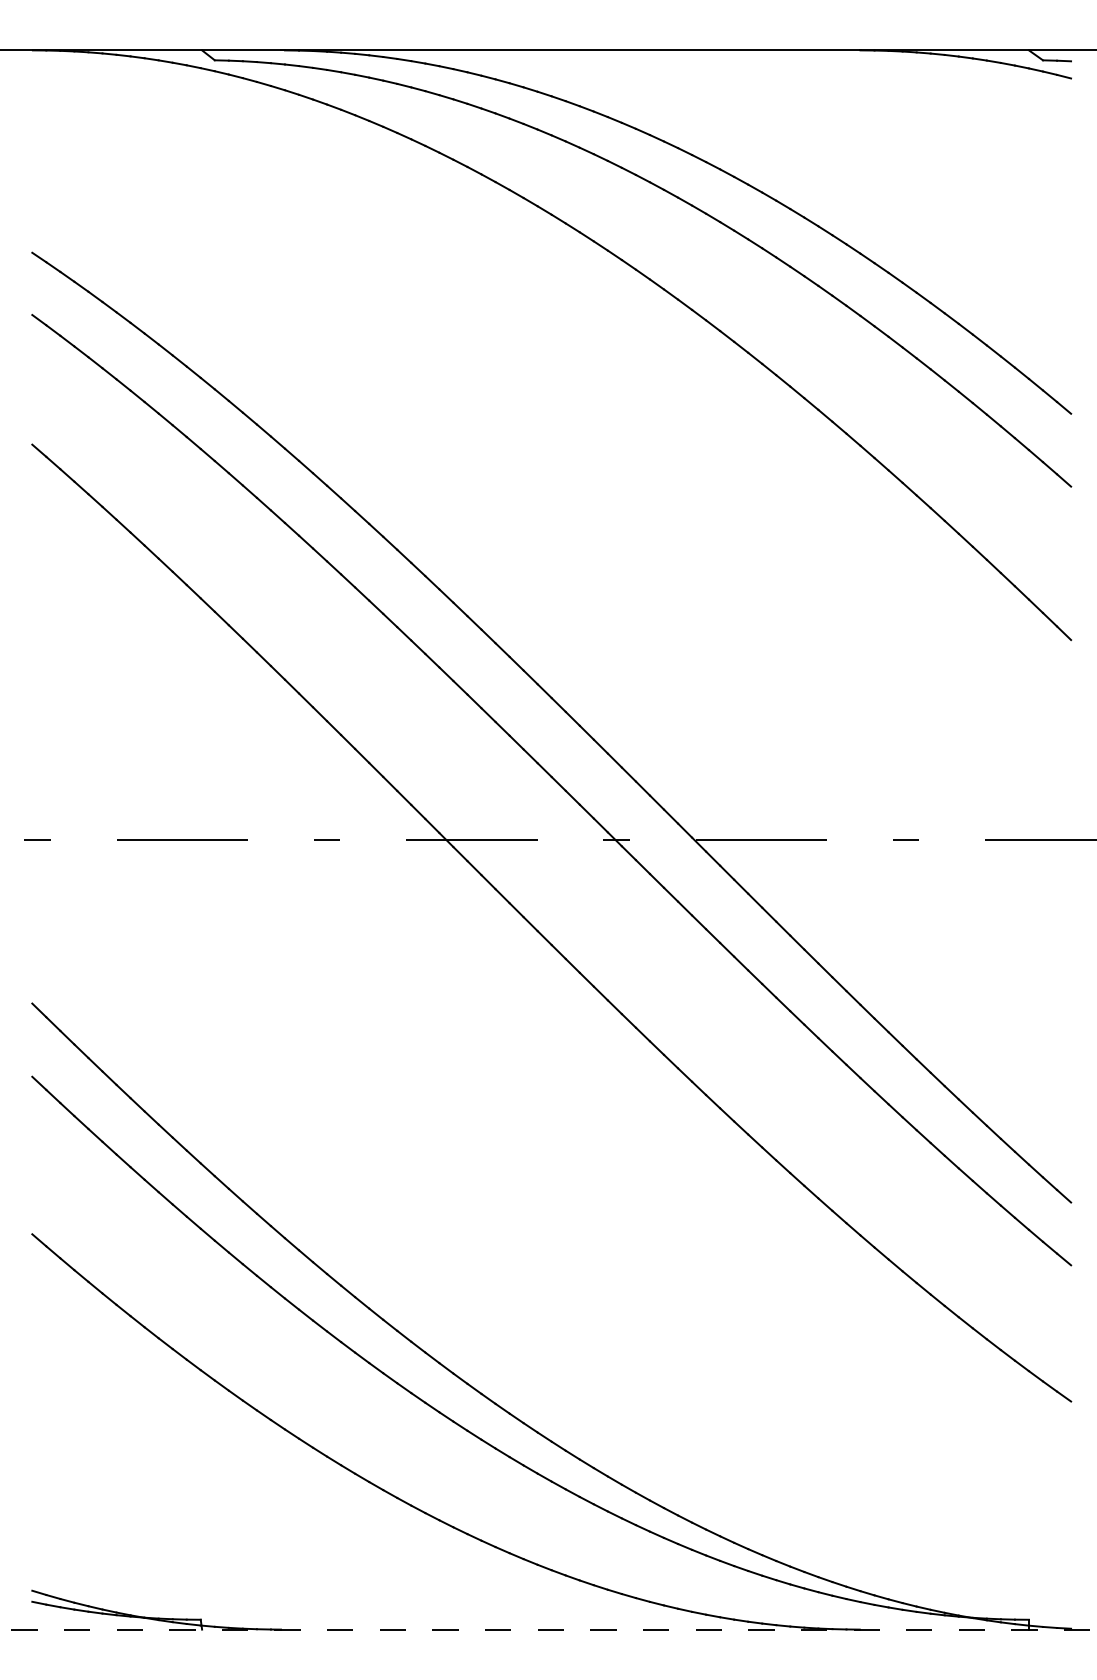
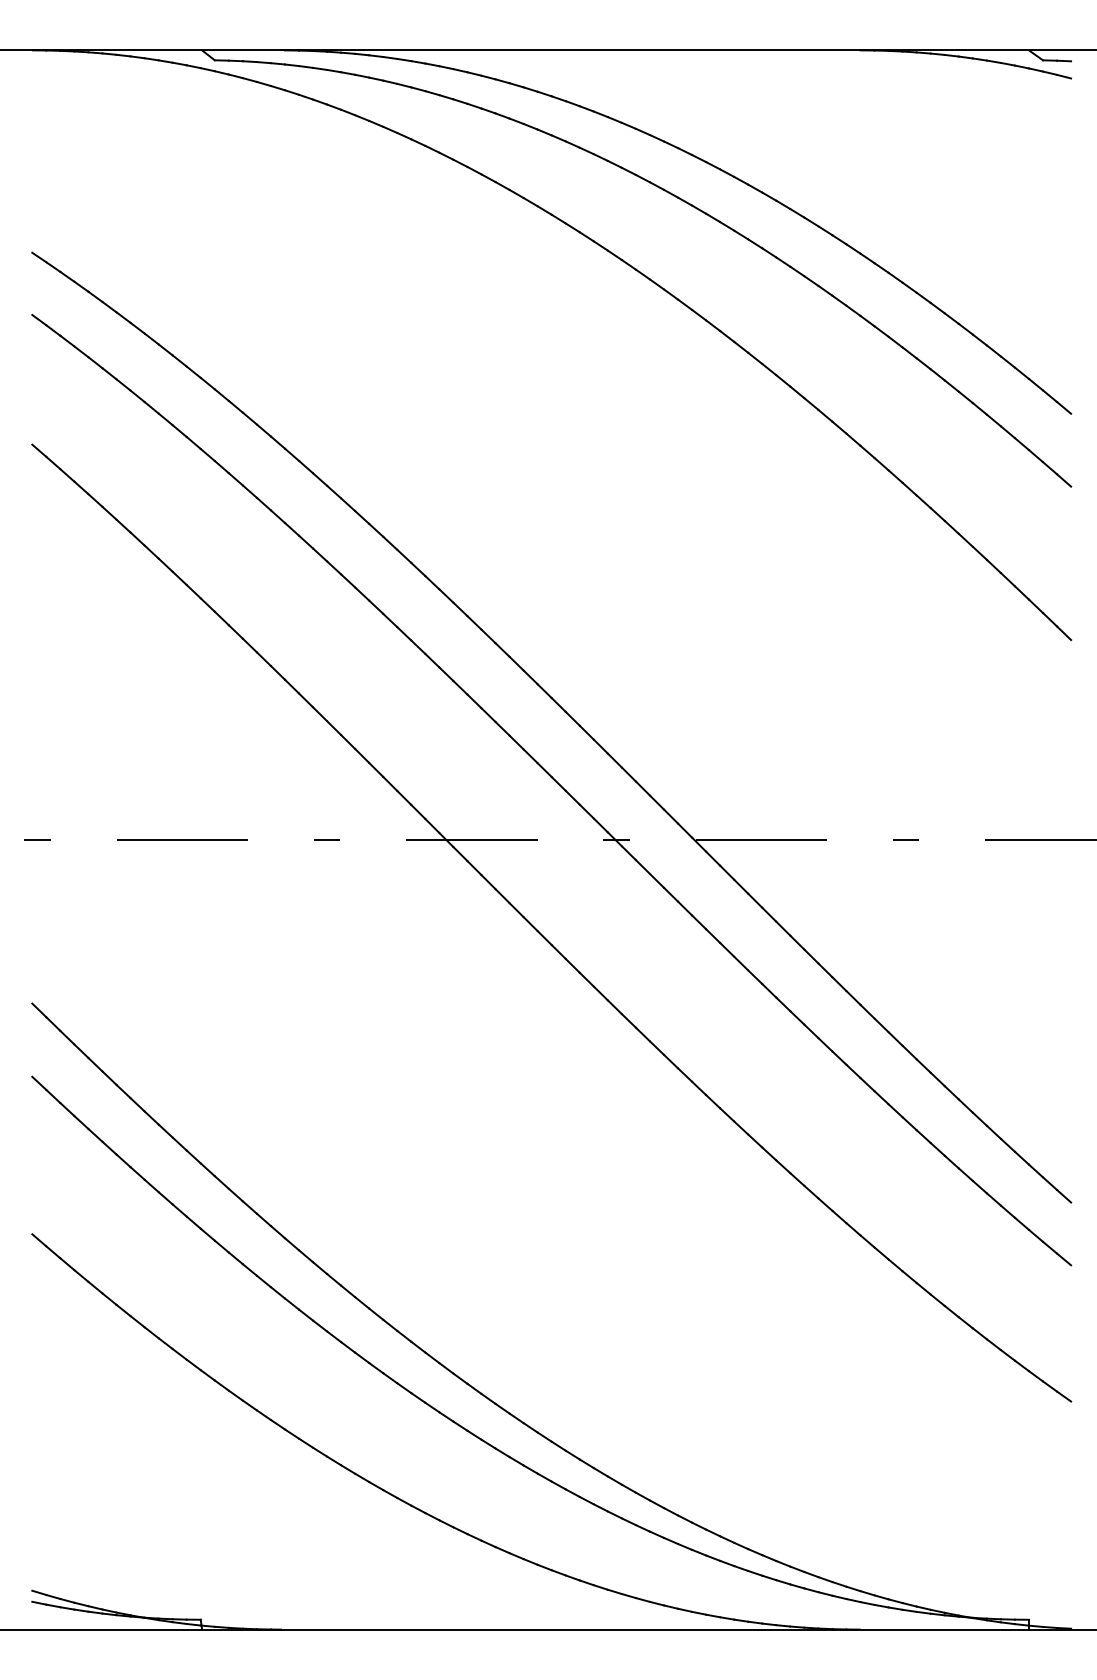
line at (548, 1629): dashed -> solid
